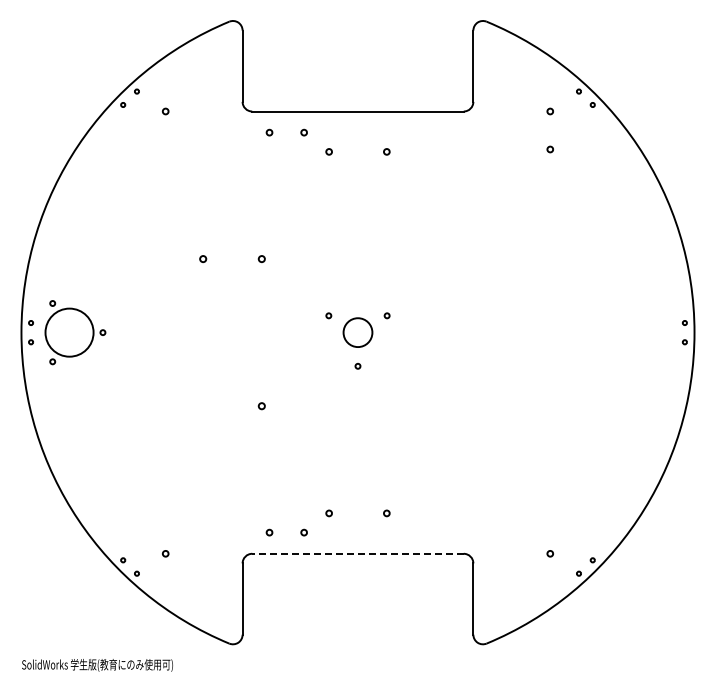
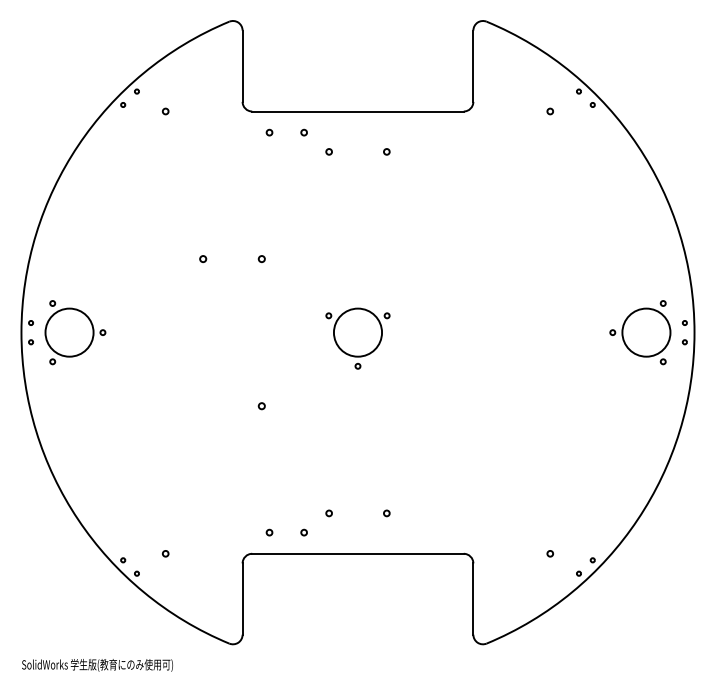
circle at (549, 149): present -> none
circle at (357, 332) diameter: 29 px -> 48 px
part at (640, 332): none -> present
line at (358, 553): dashed -> solid
